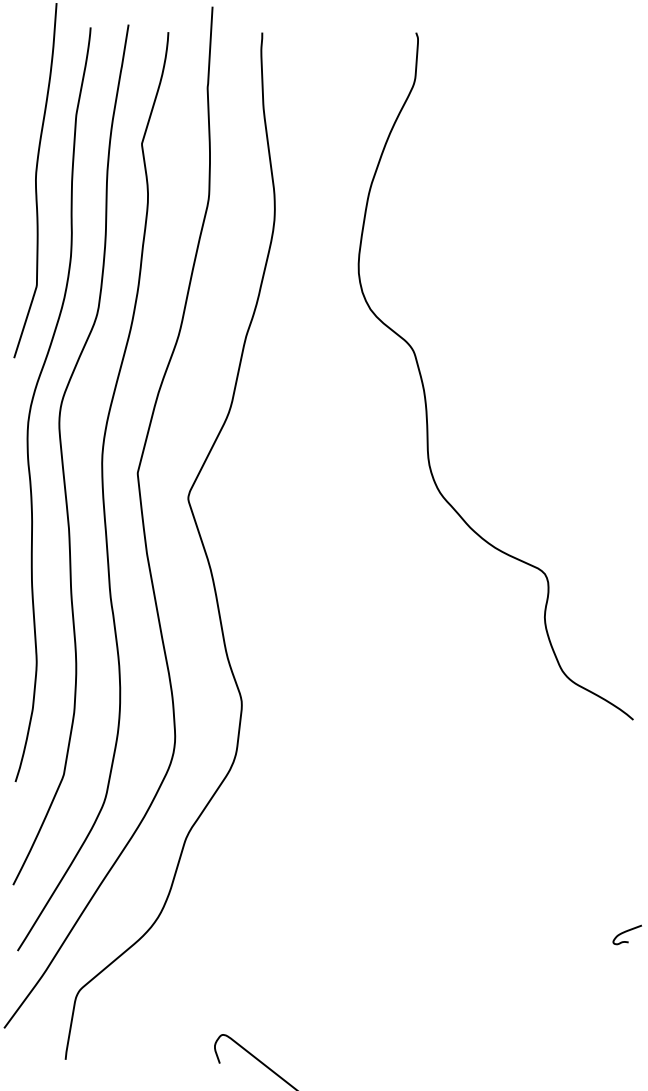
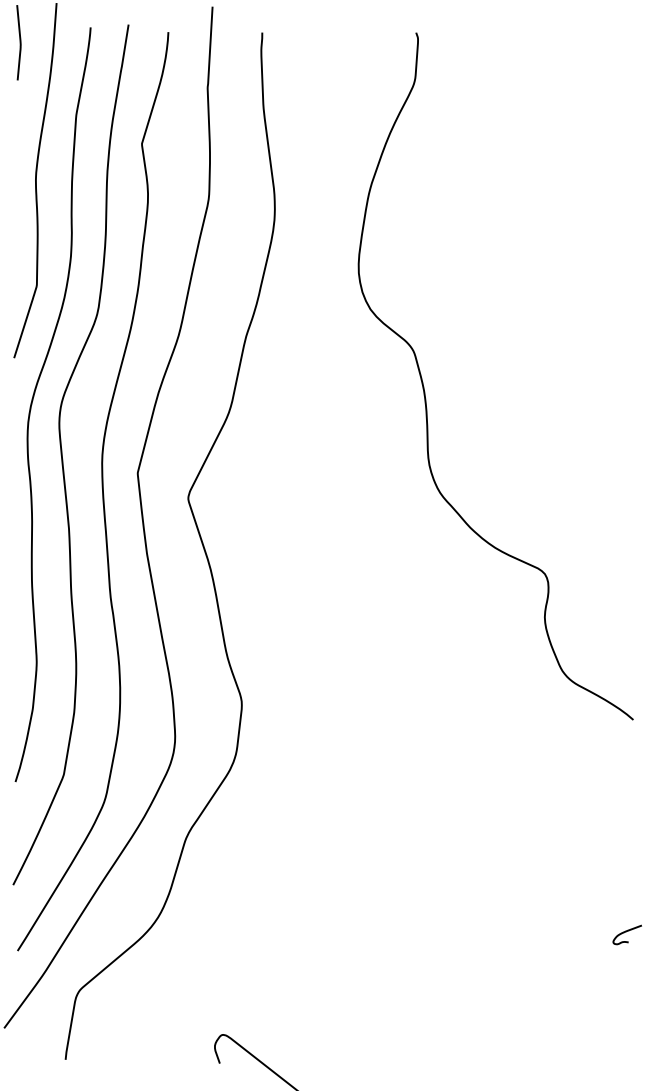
curve at (19, 42): none -> present
